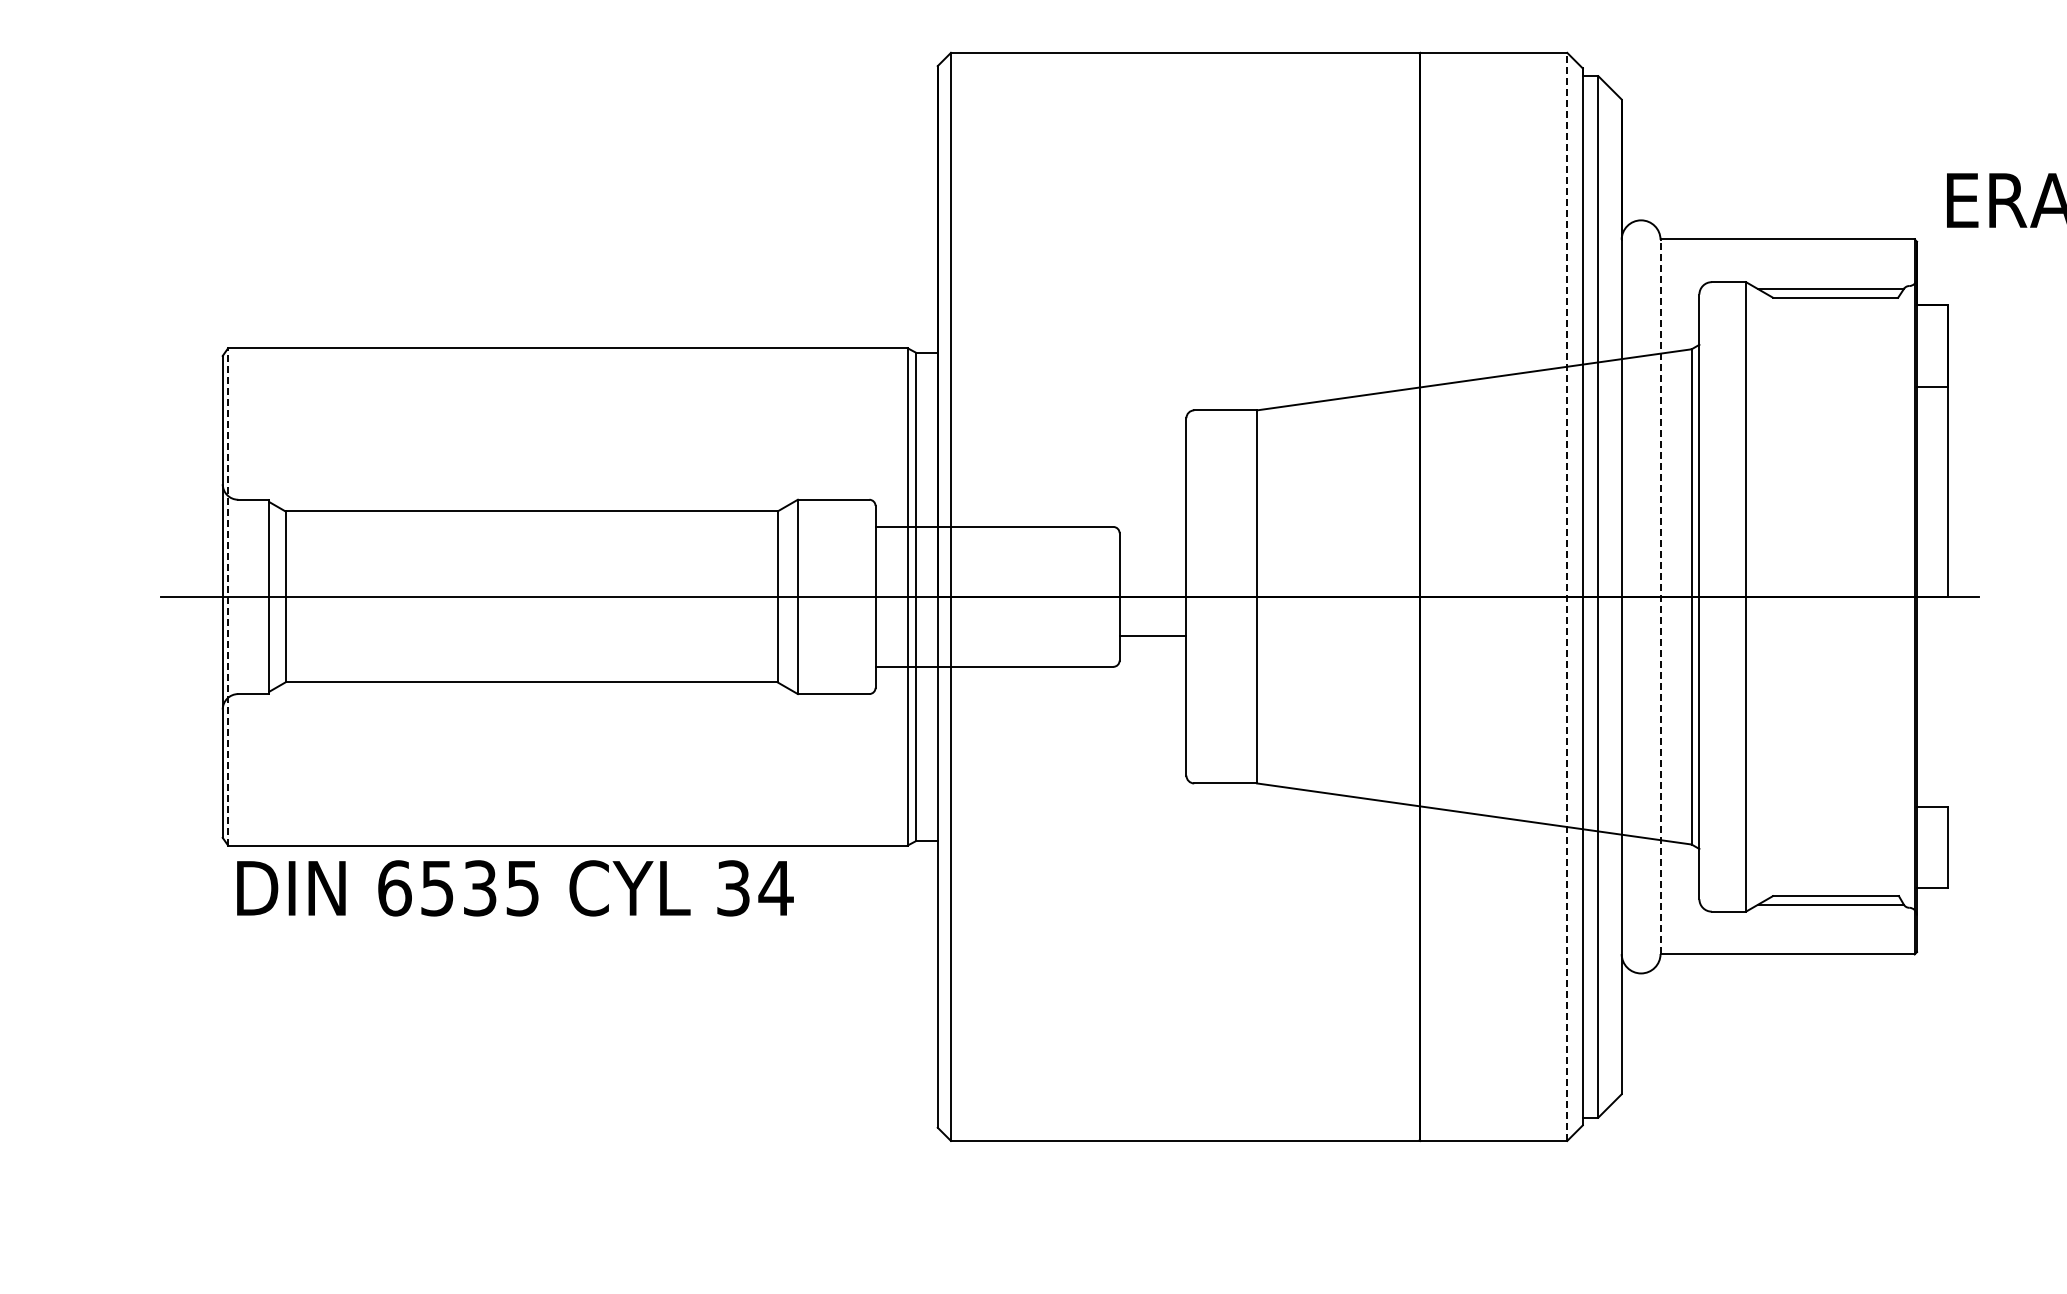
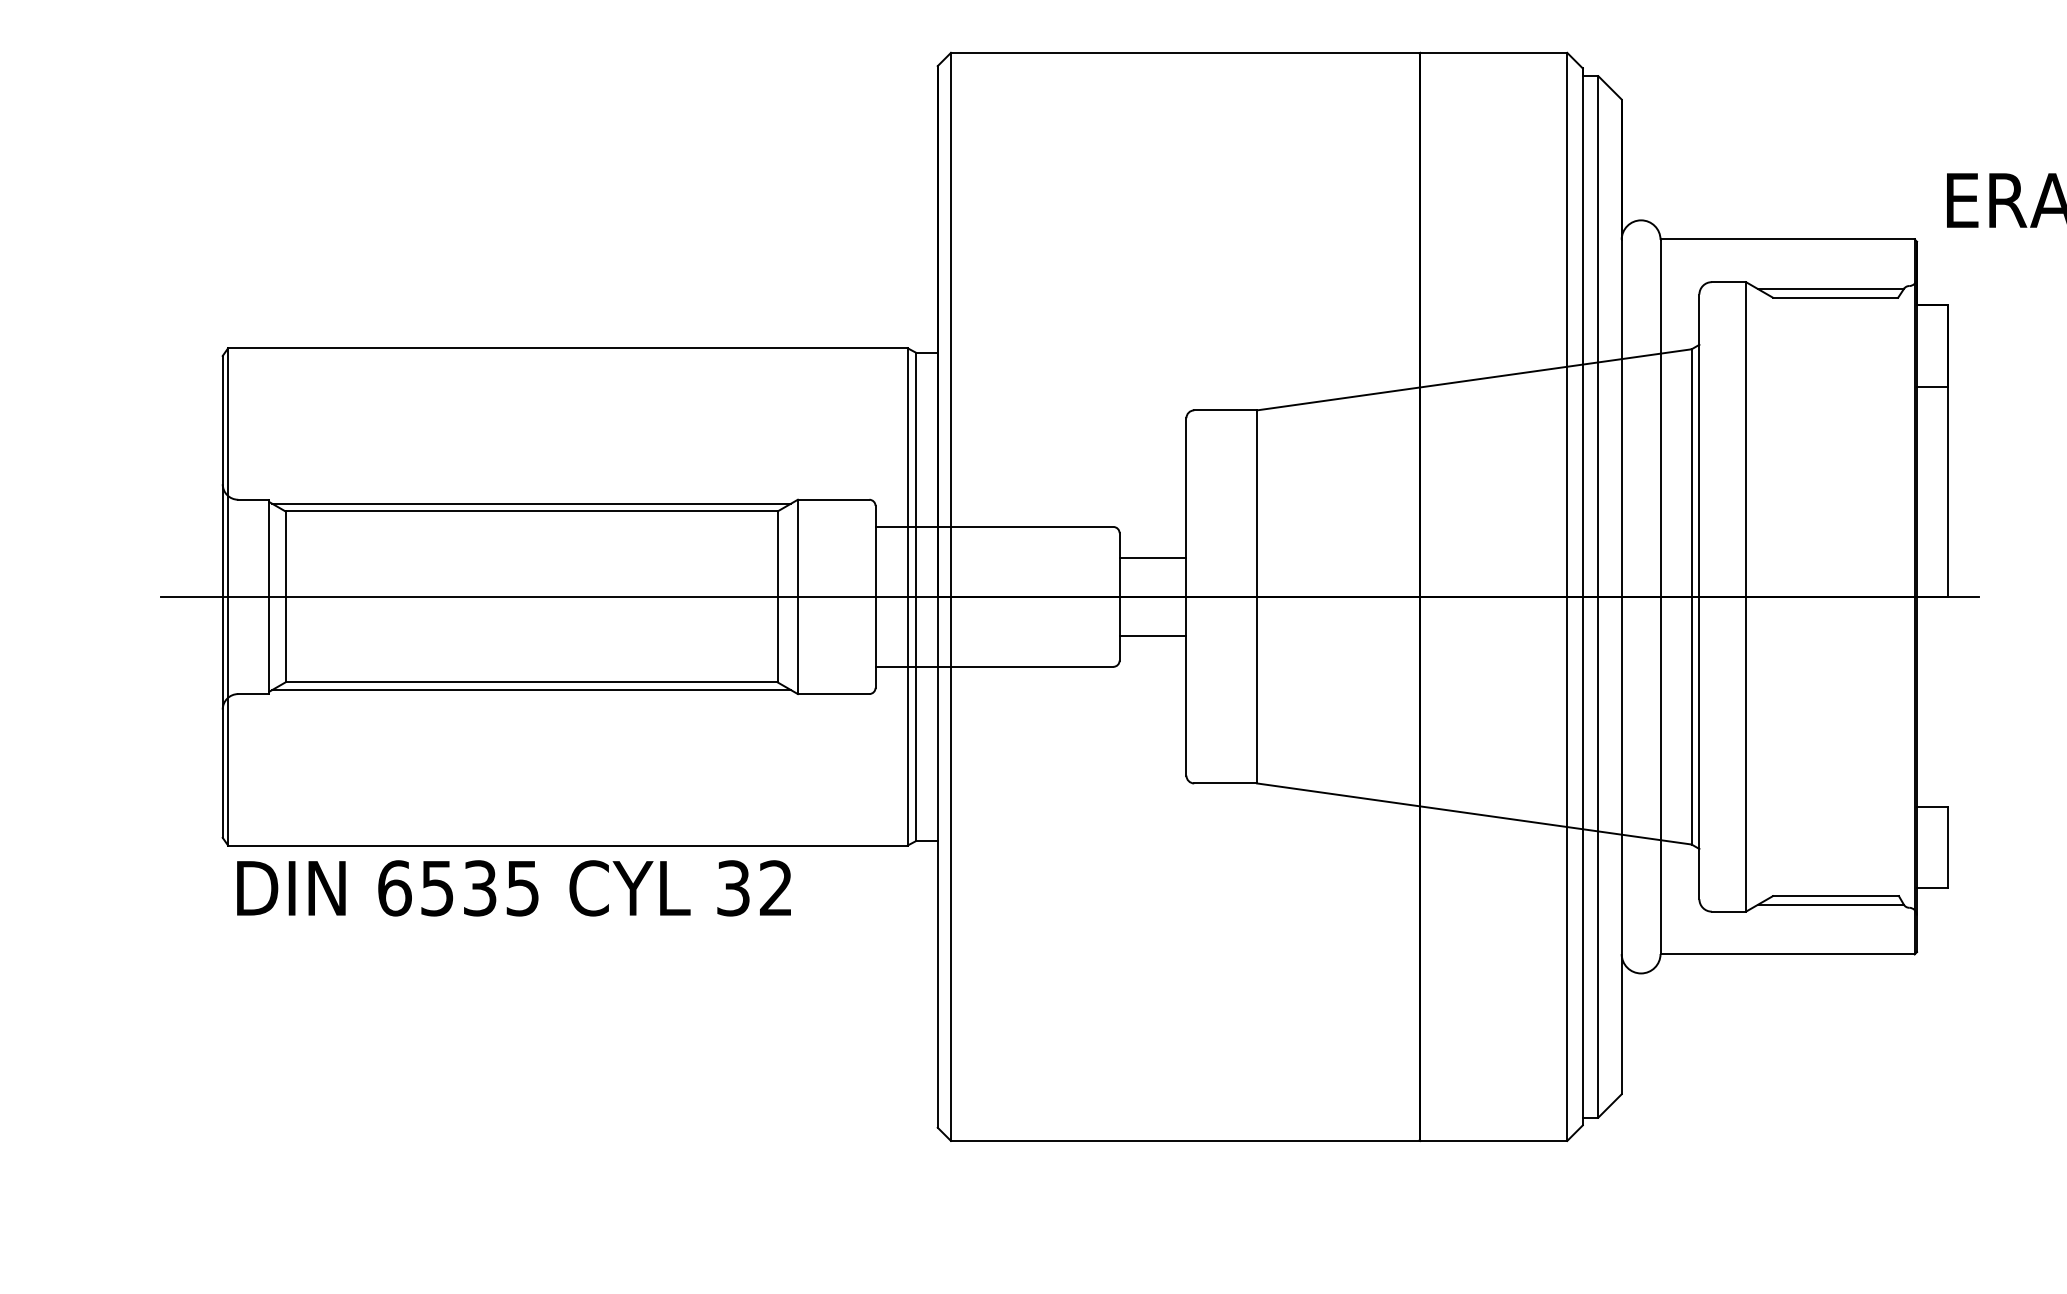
line at (531, 503): none -> present
line at (1152, 558): none -> present
line at (228, 596): dashed -> solid
line at (1567, 596): dashed -> solid
line at (1660, 596): dashed -> solid
line at (531, 690): none -> present
text at (775, 887): 34 -> 32
